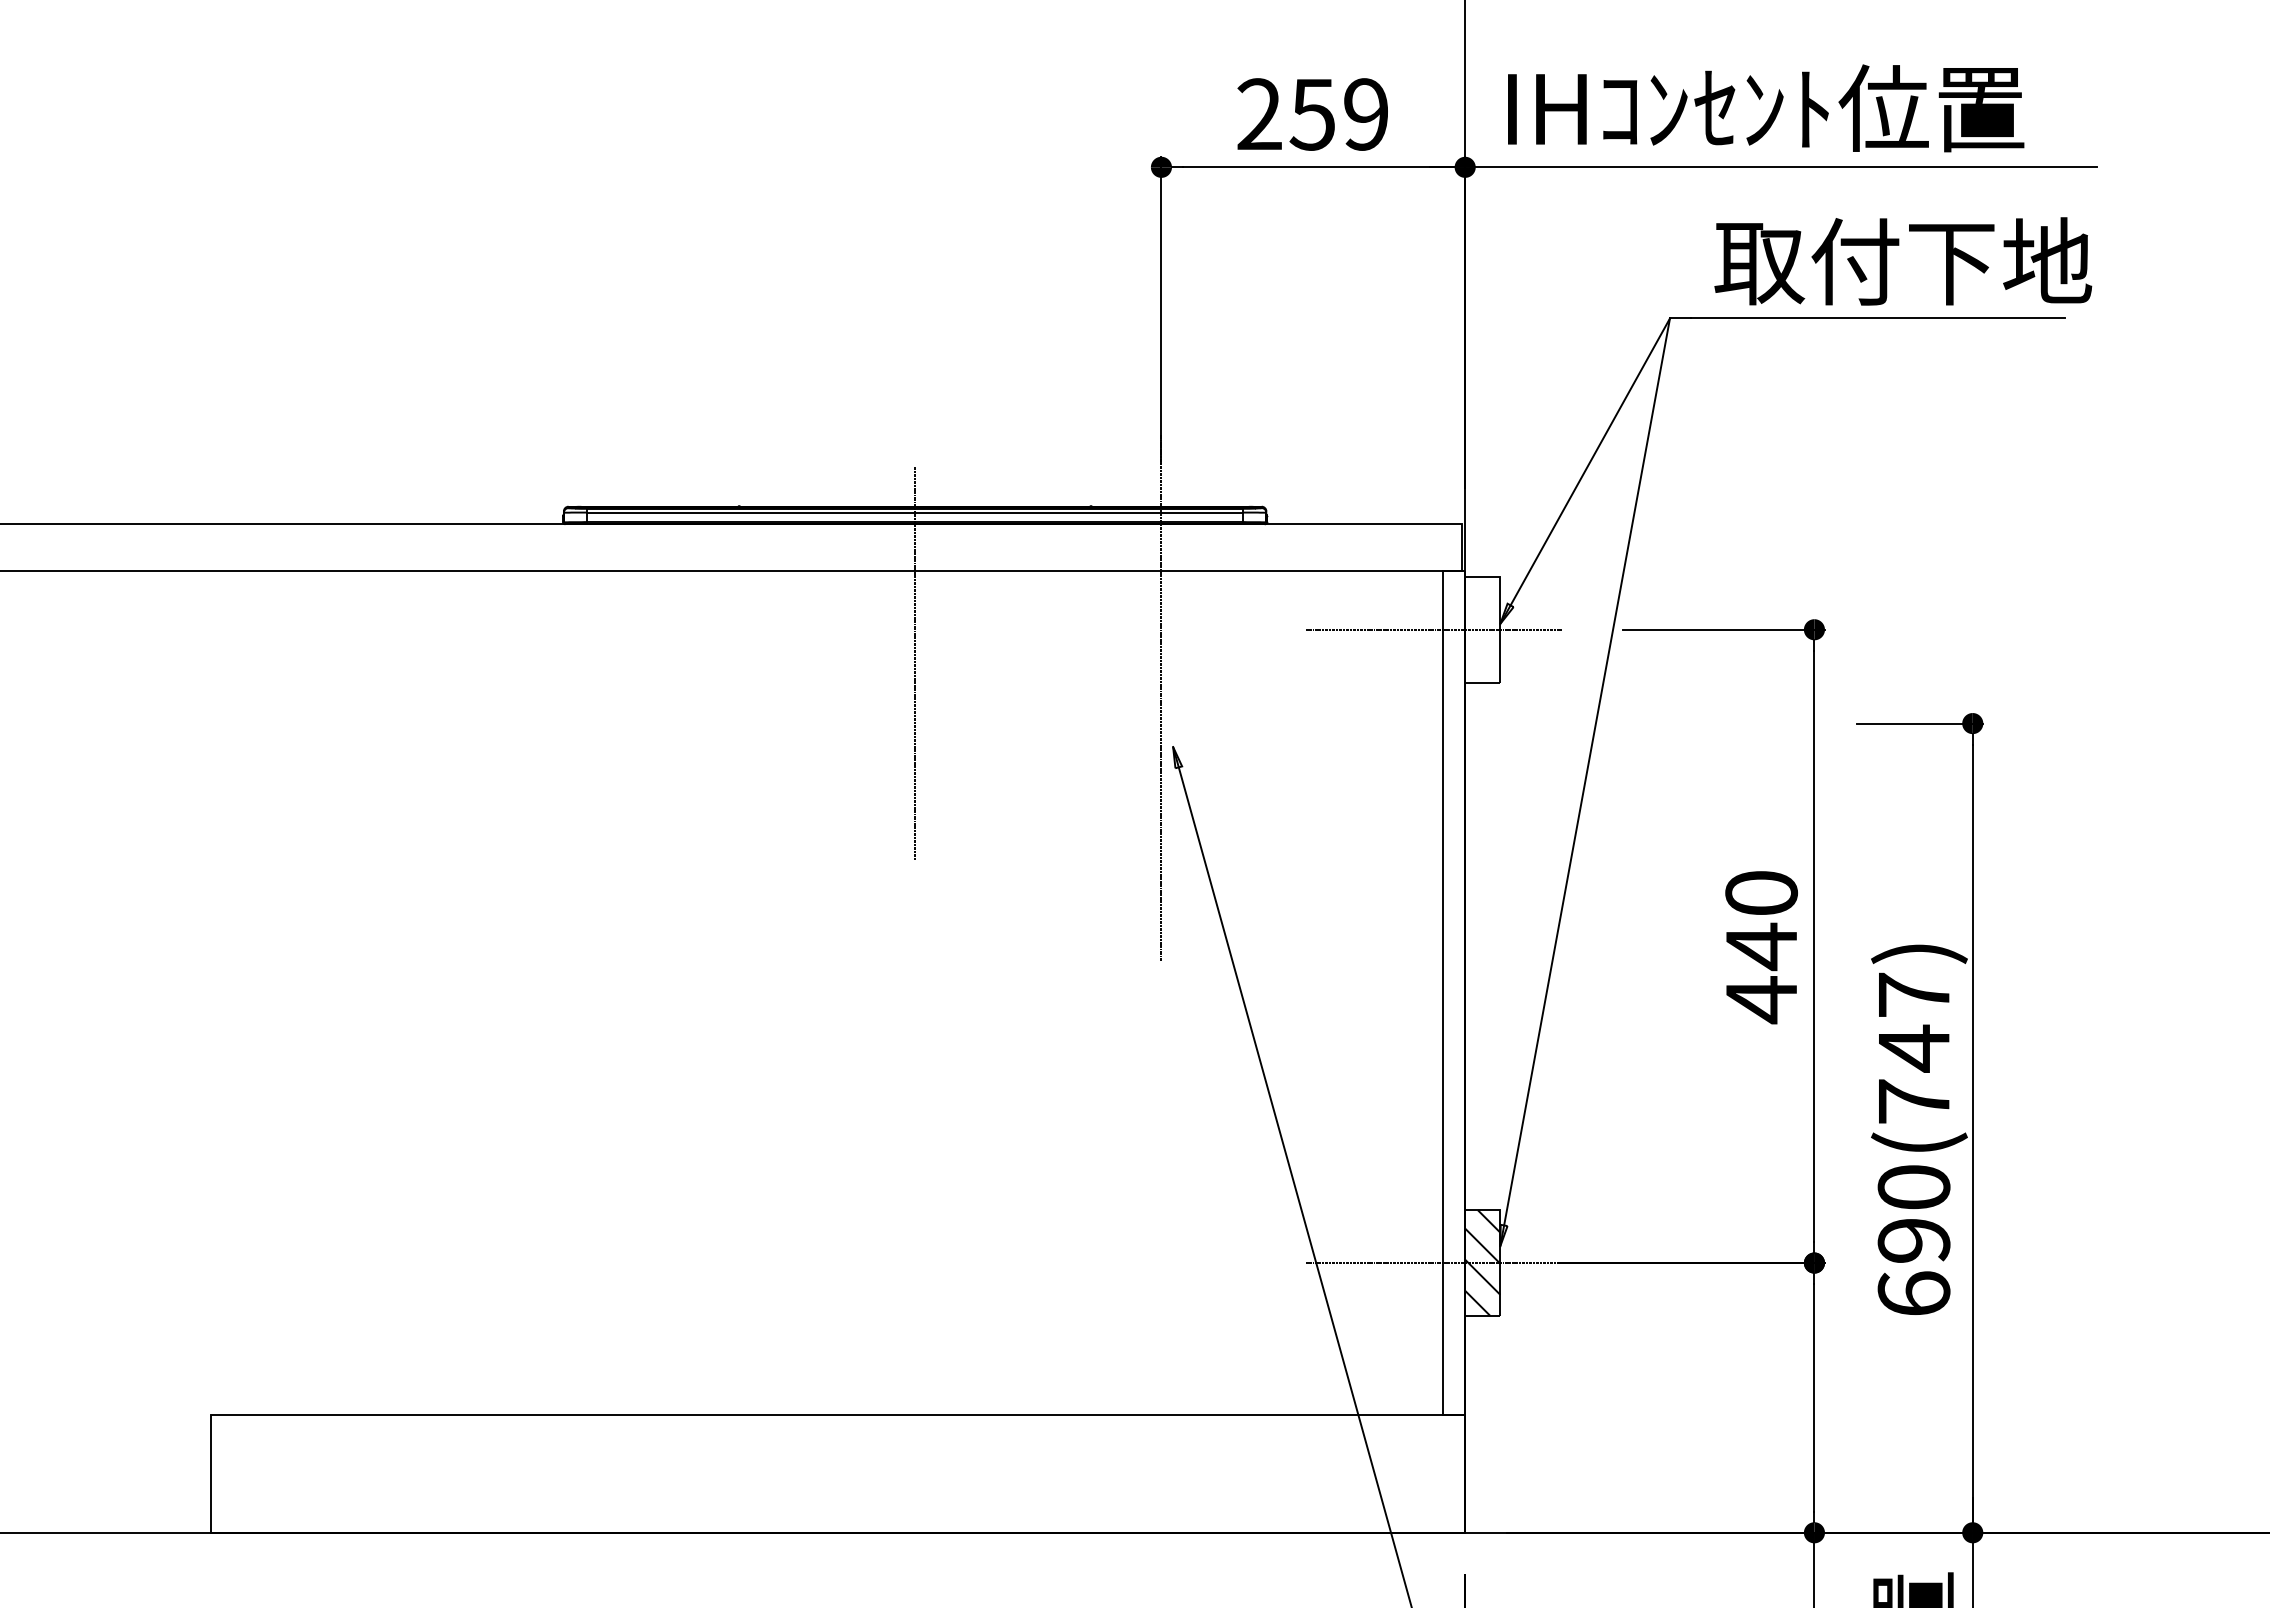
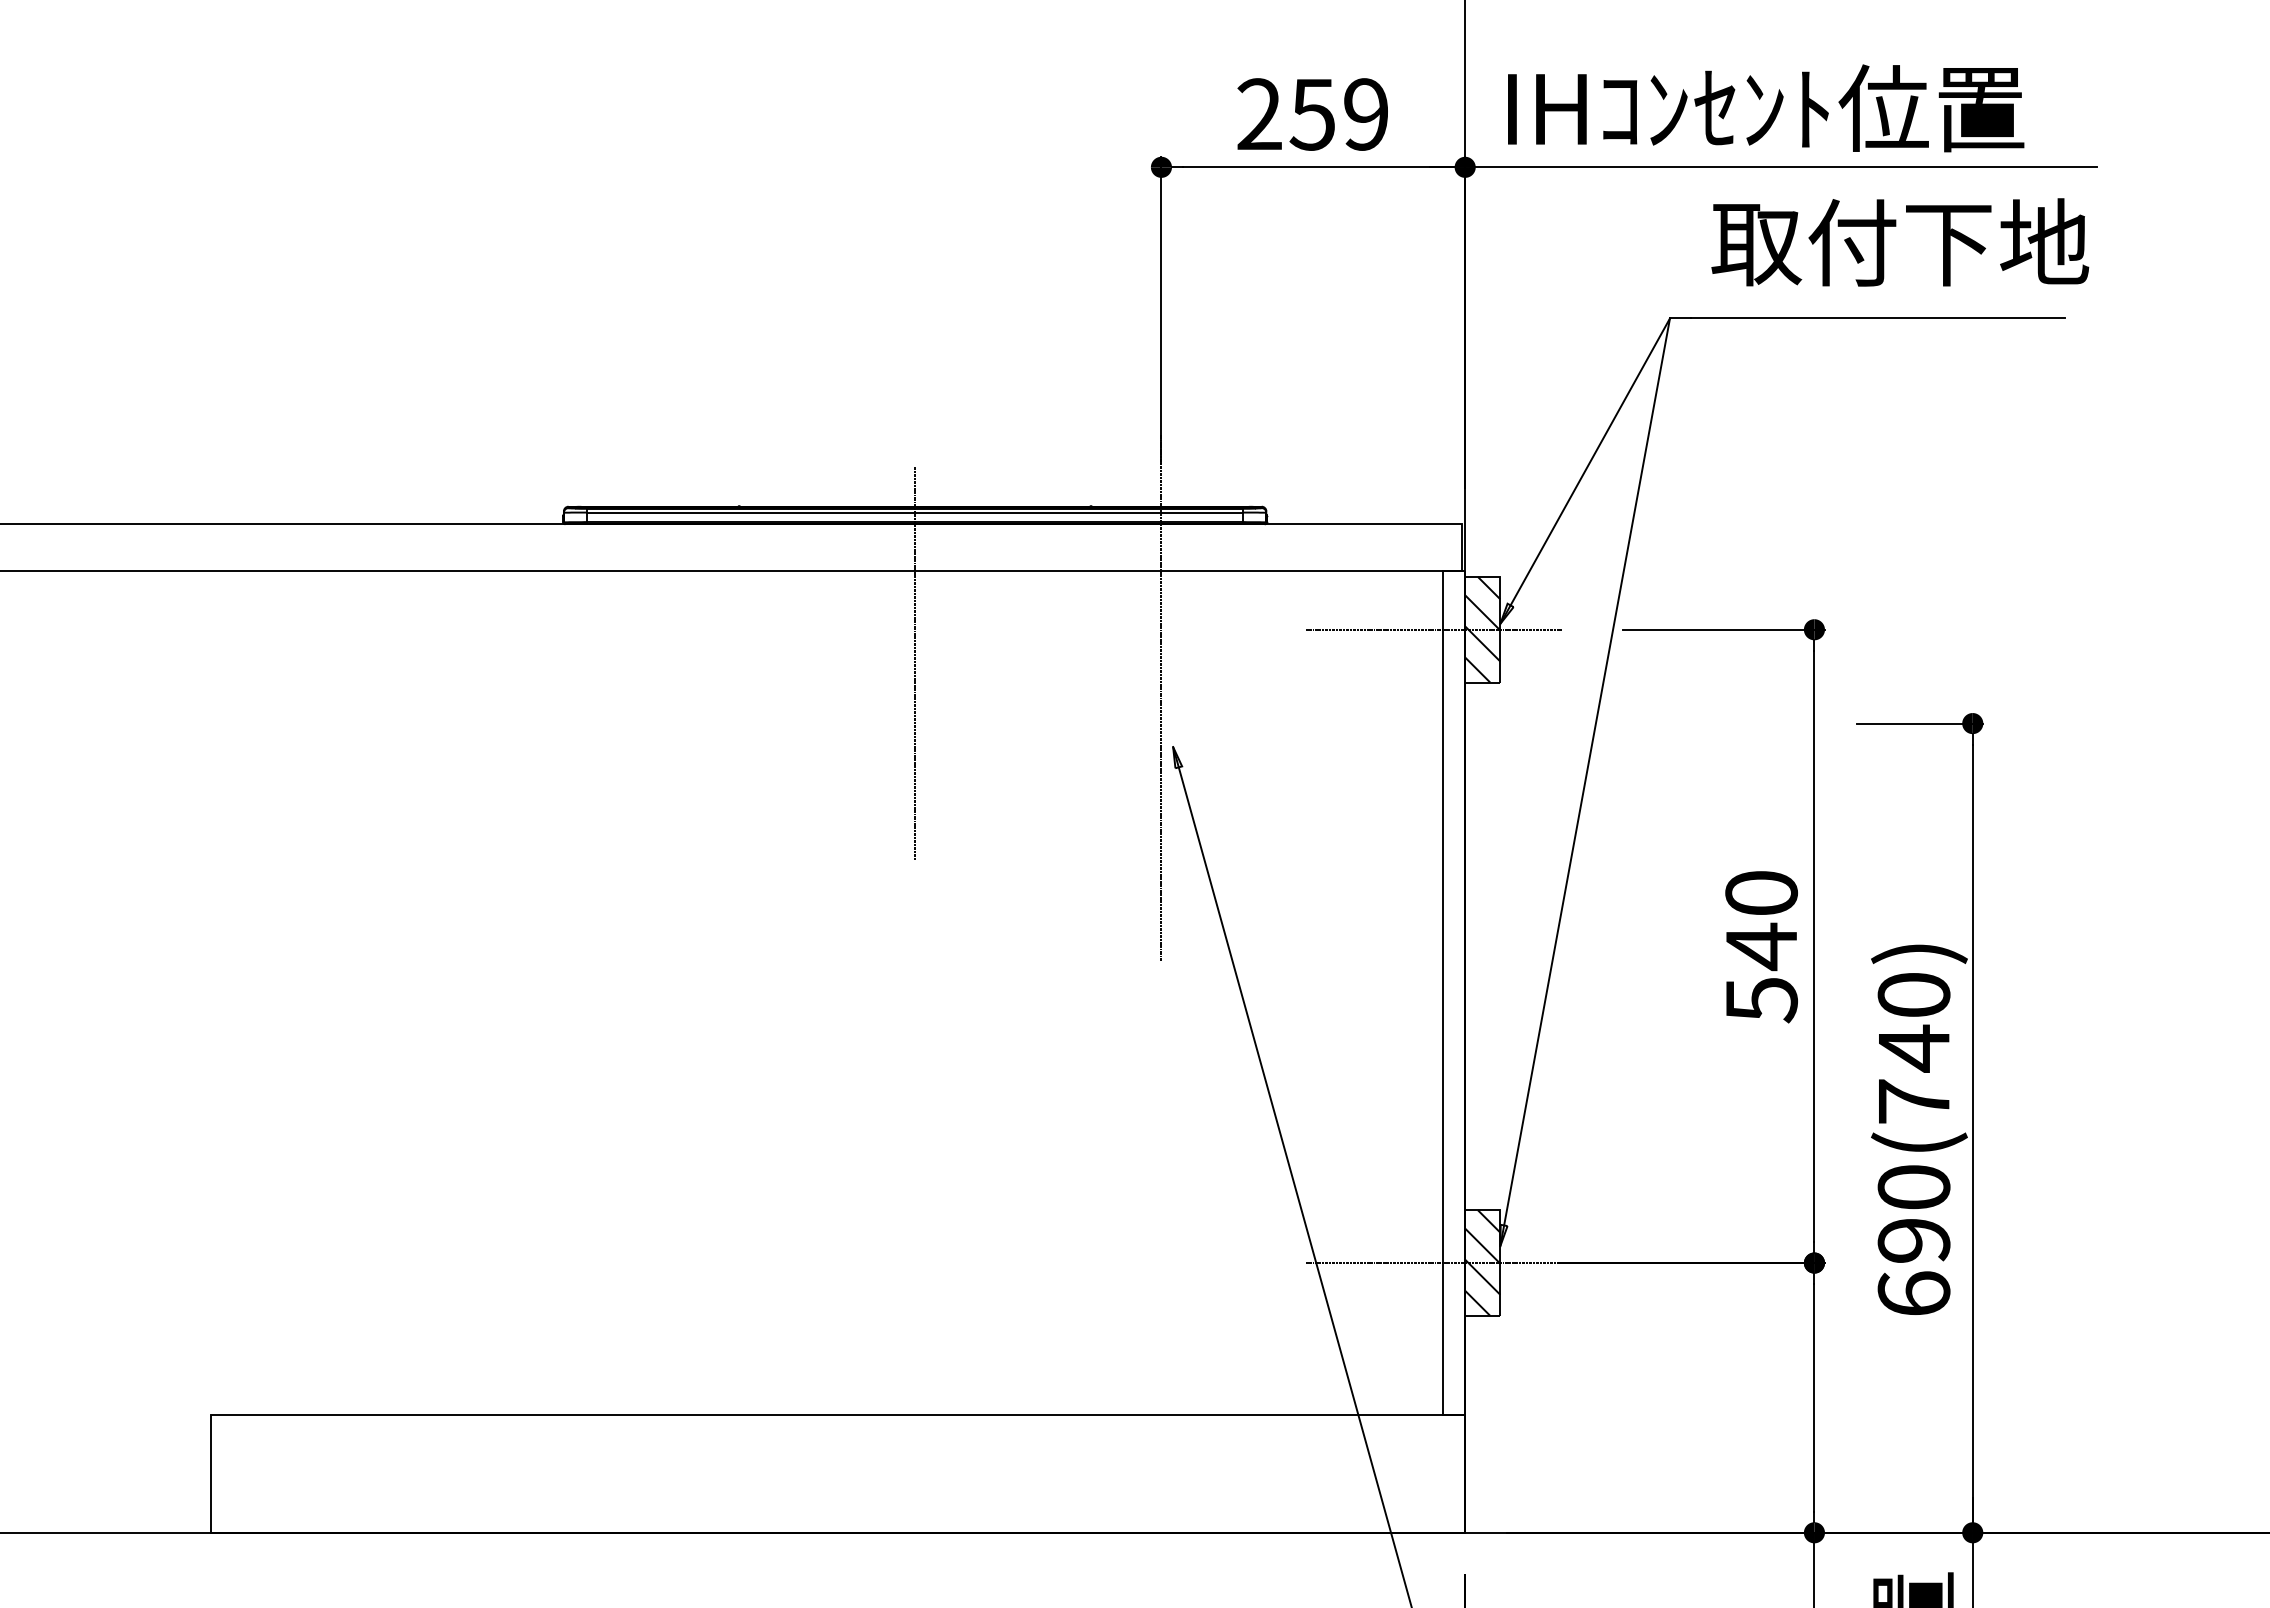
text at (1903, 261) position: (1903, 261) -> (1900, 242)
hatch at (1482, 629): none -> present
text at (1913, 994): 690(747) -> 690(740)
text at (1762, 1000): 440 -> 540
